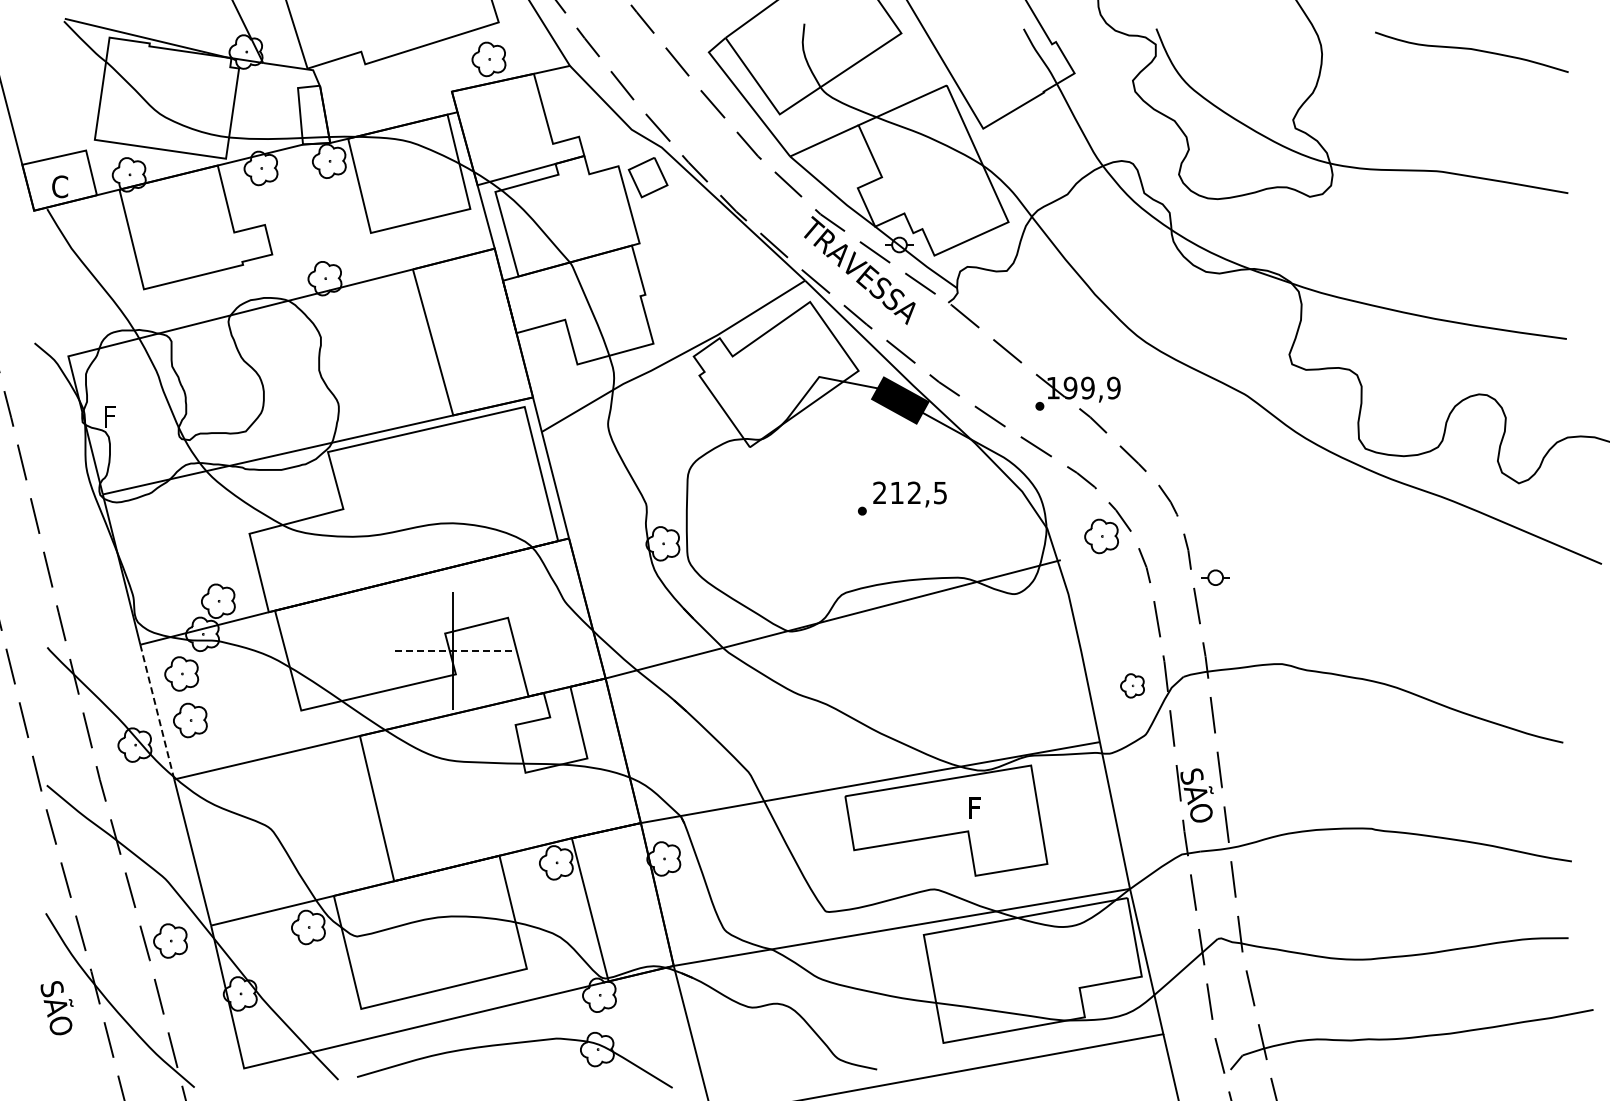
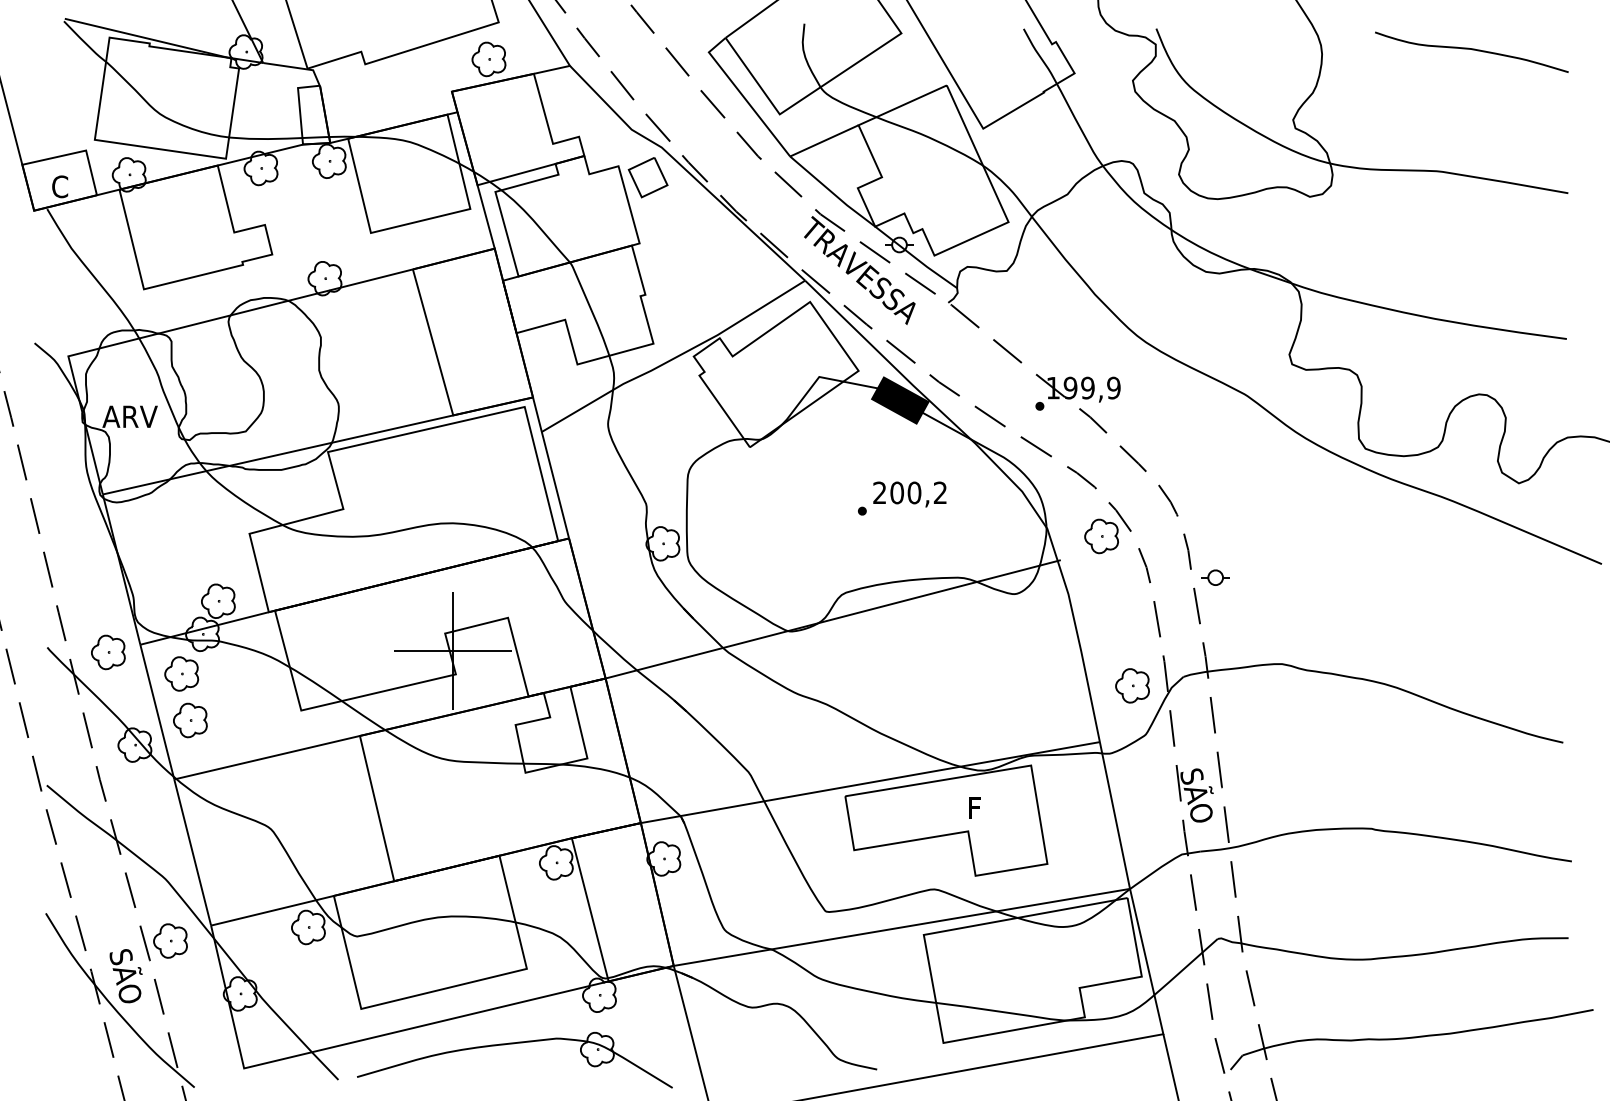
text at (129, 416): F -> ARV
text at (918, 492): 212,5 -> 200,2
line at (452, 650): dashed -> solid
part at (108, 652): none -> present
part at (1132, 685) size: 25x26 px -> 35x36 px
line at (157, 711): dashed -> solid
text at (56, 1008) position: (56, 1008) -> (125, 976)
